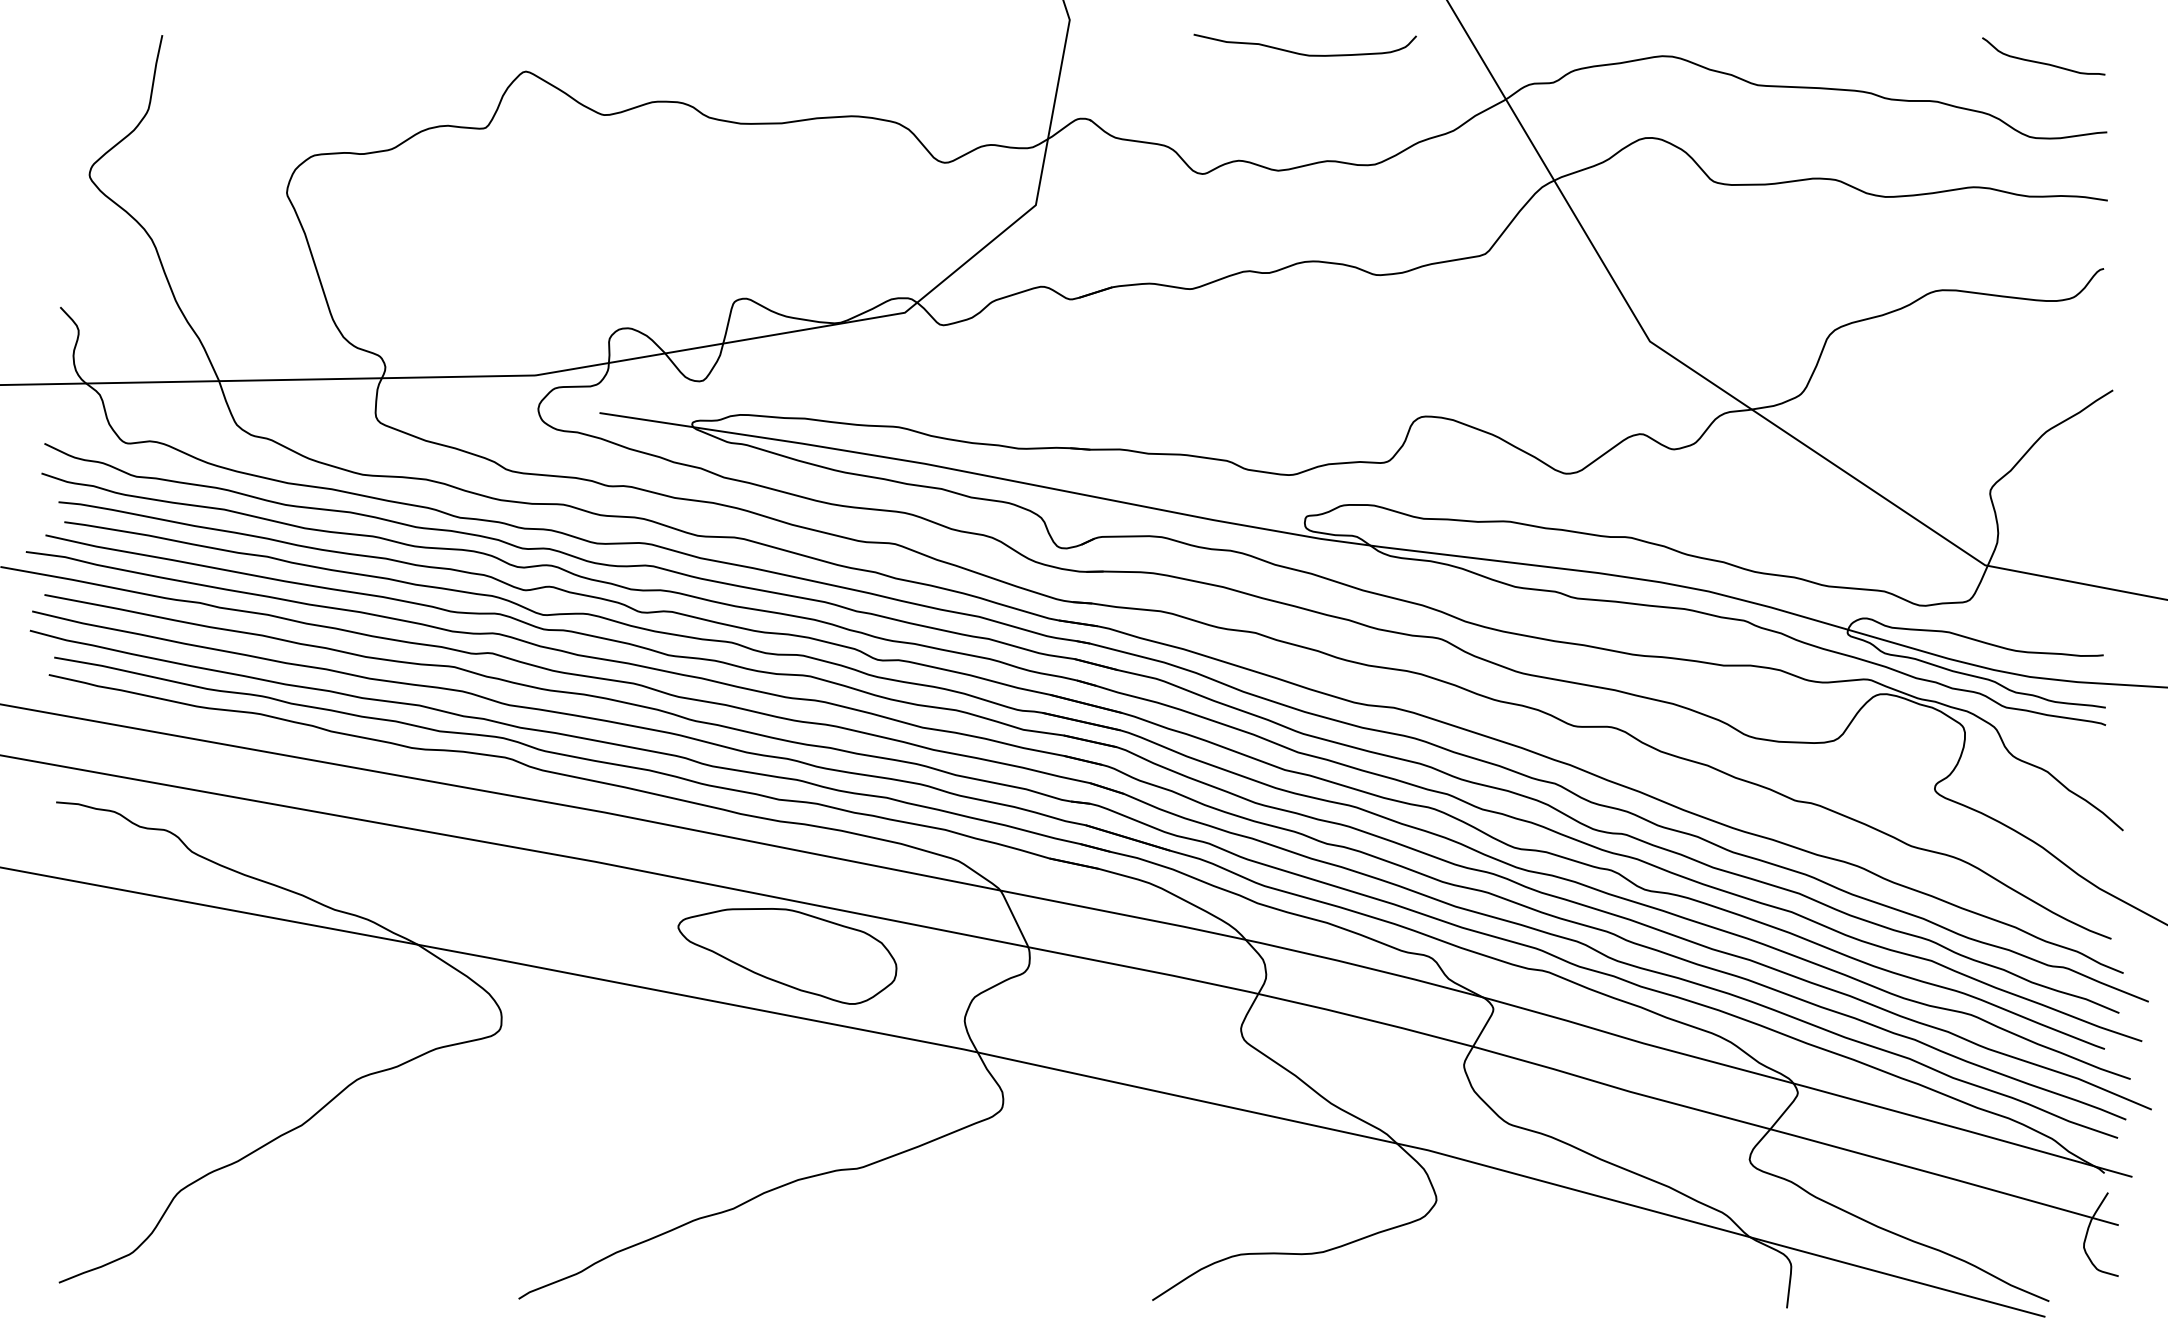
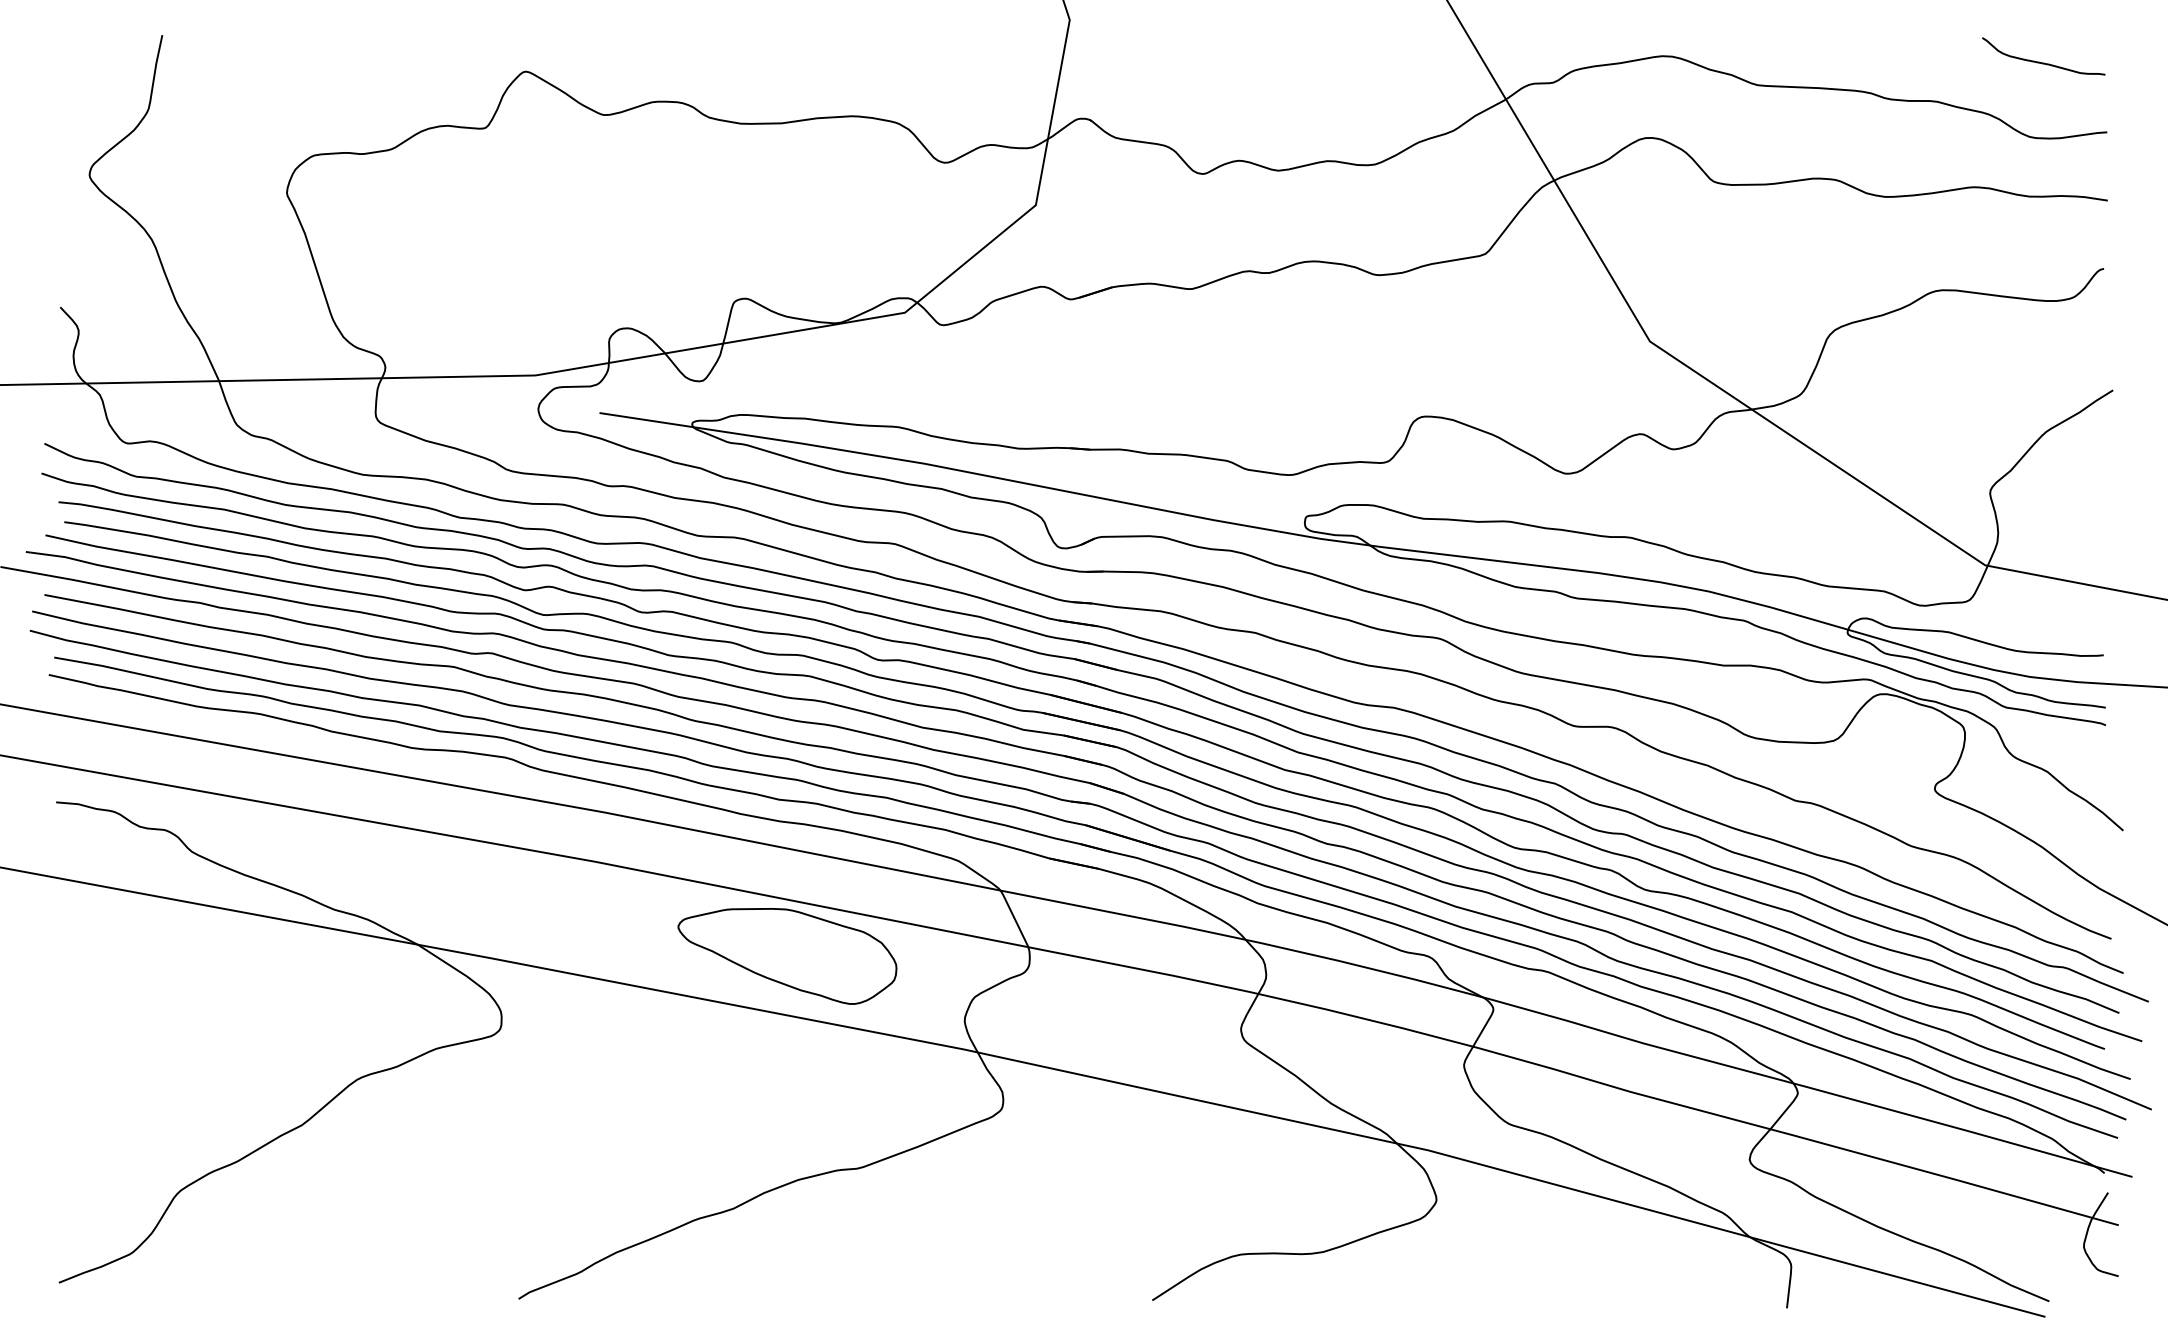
curve at (1303, 53): present -> none
